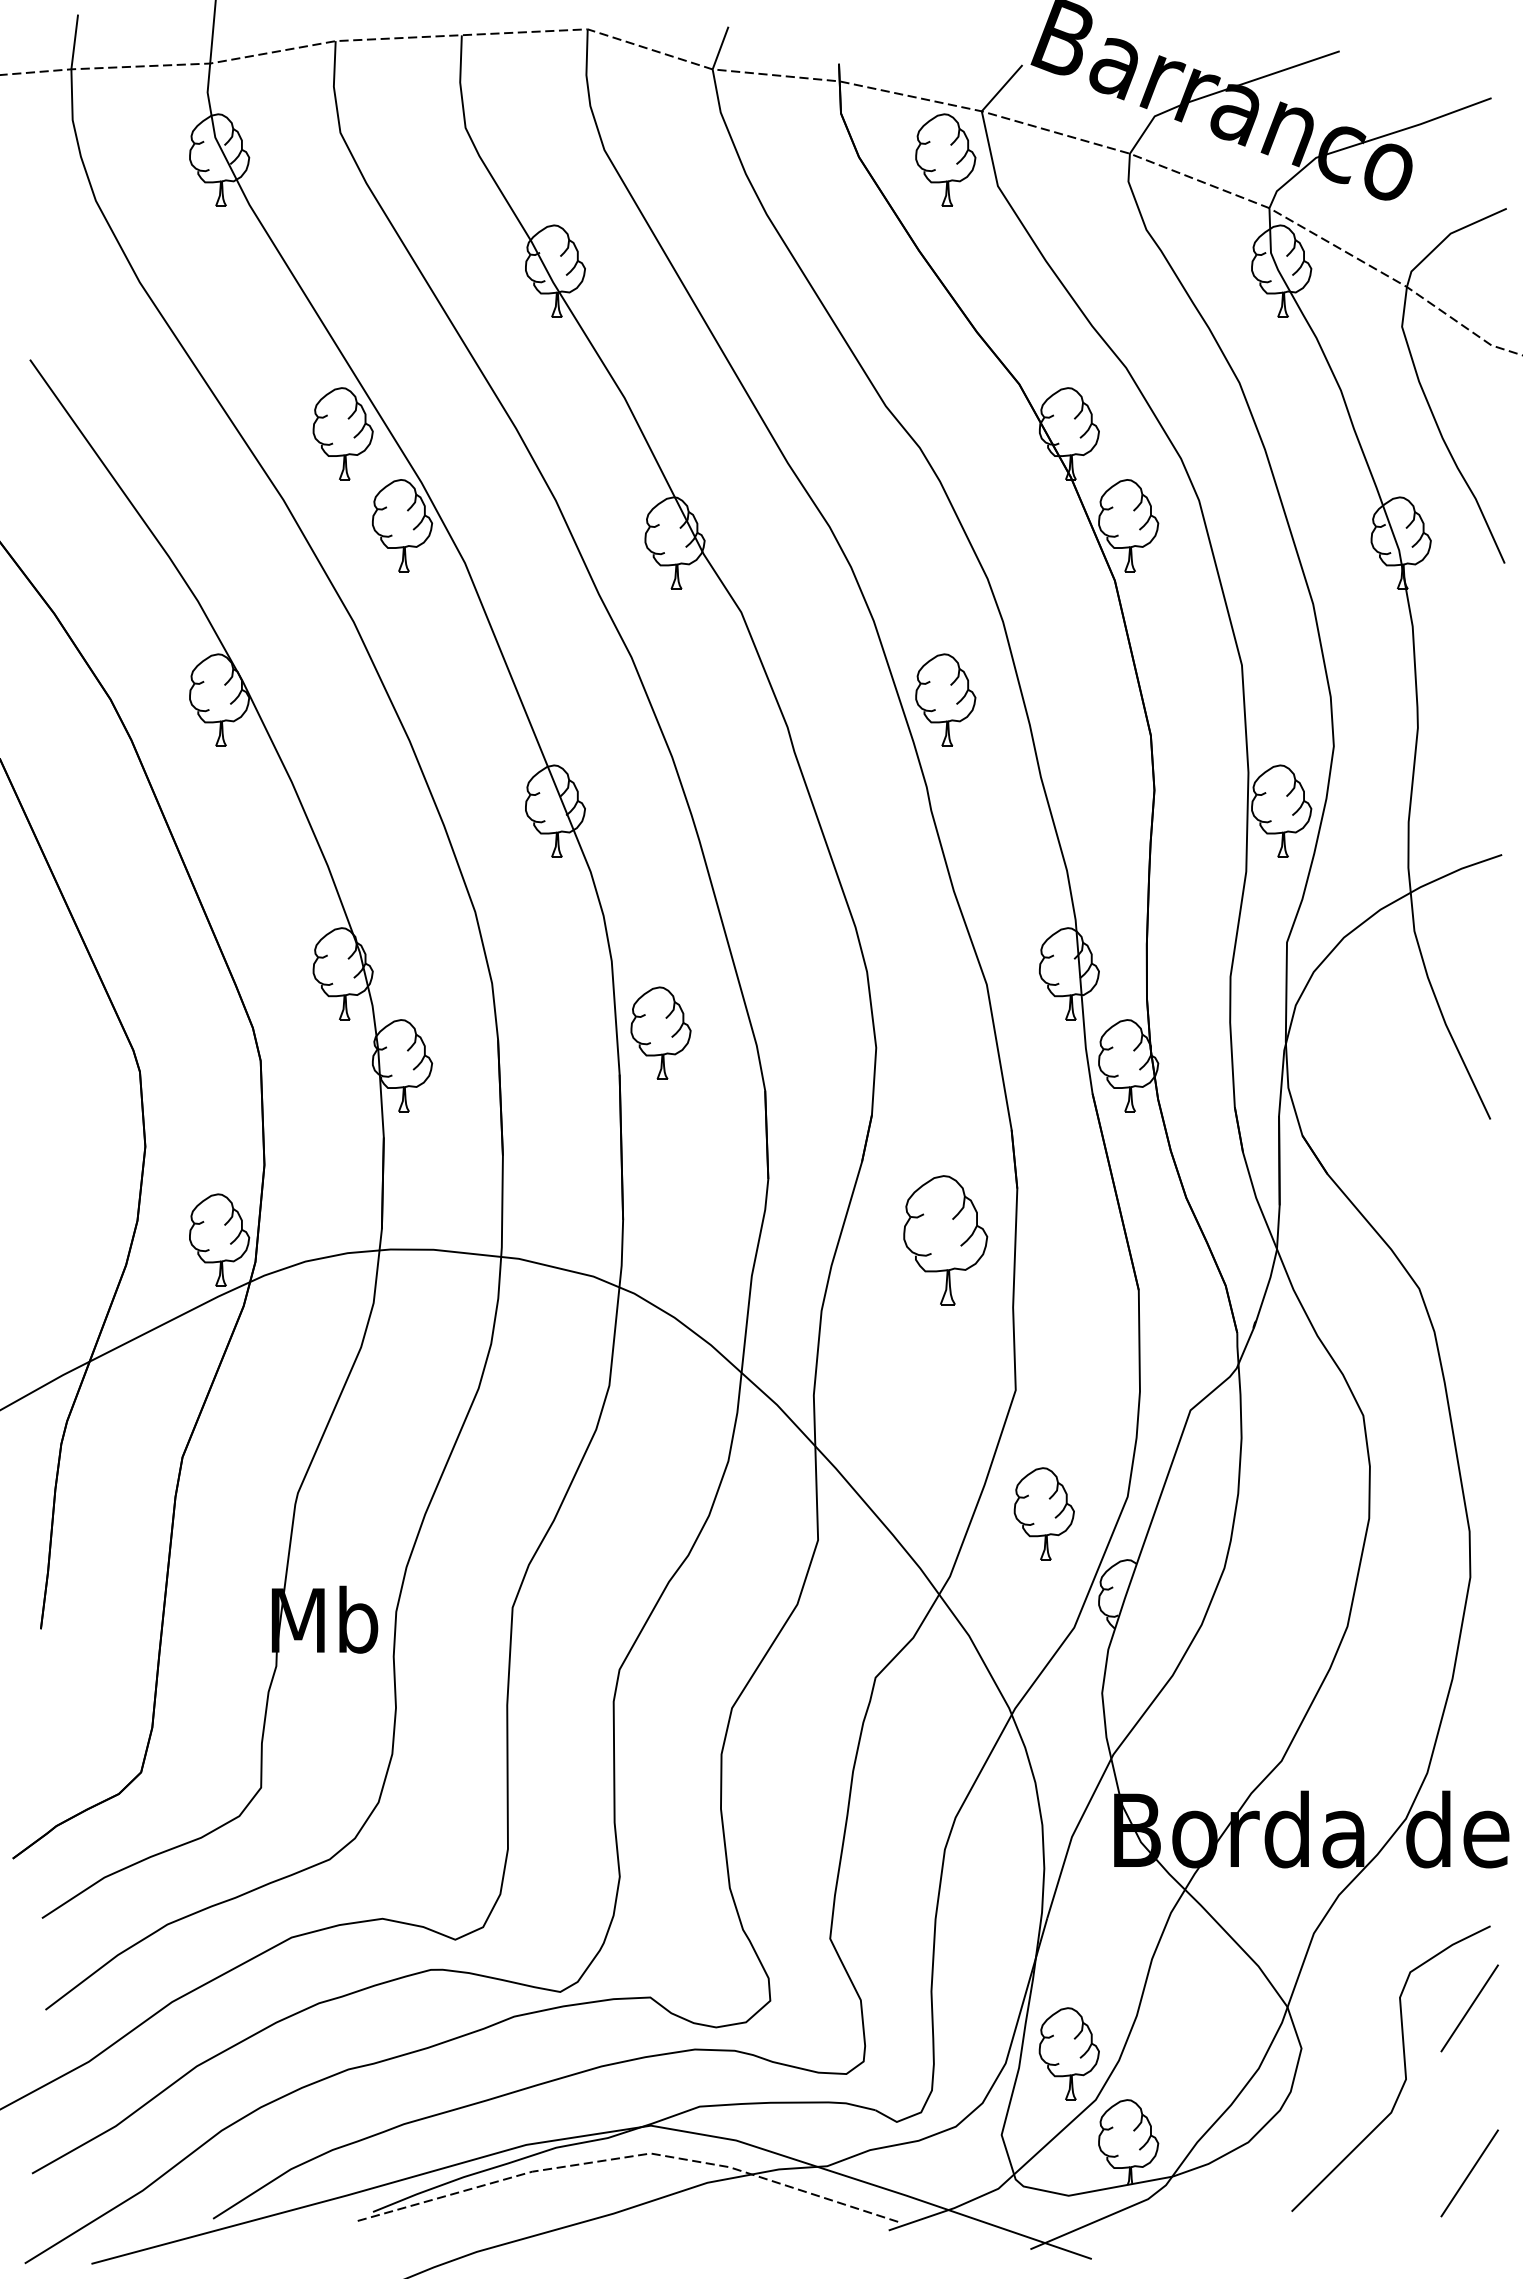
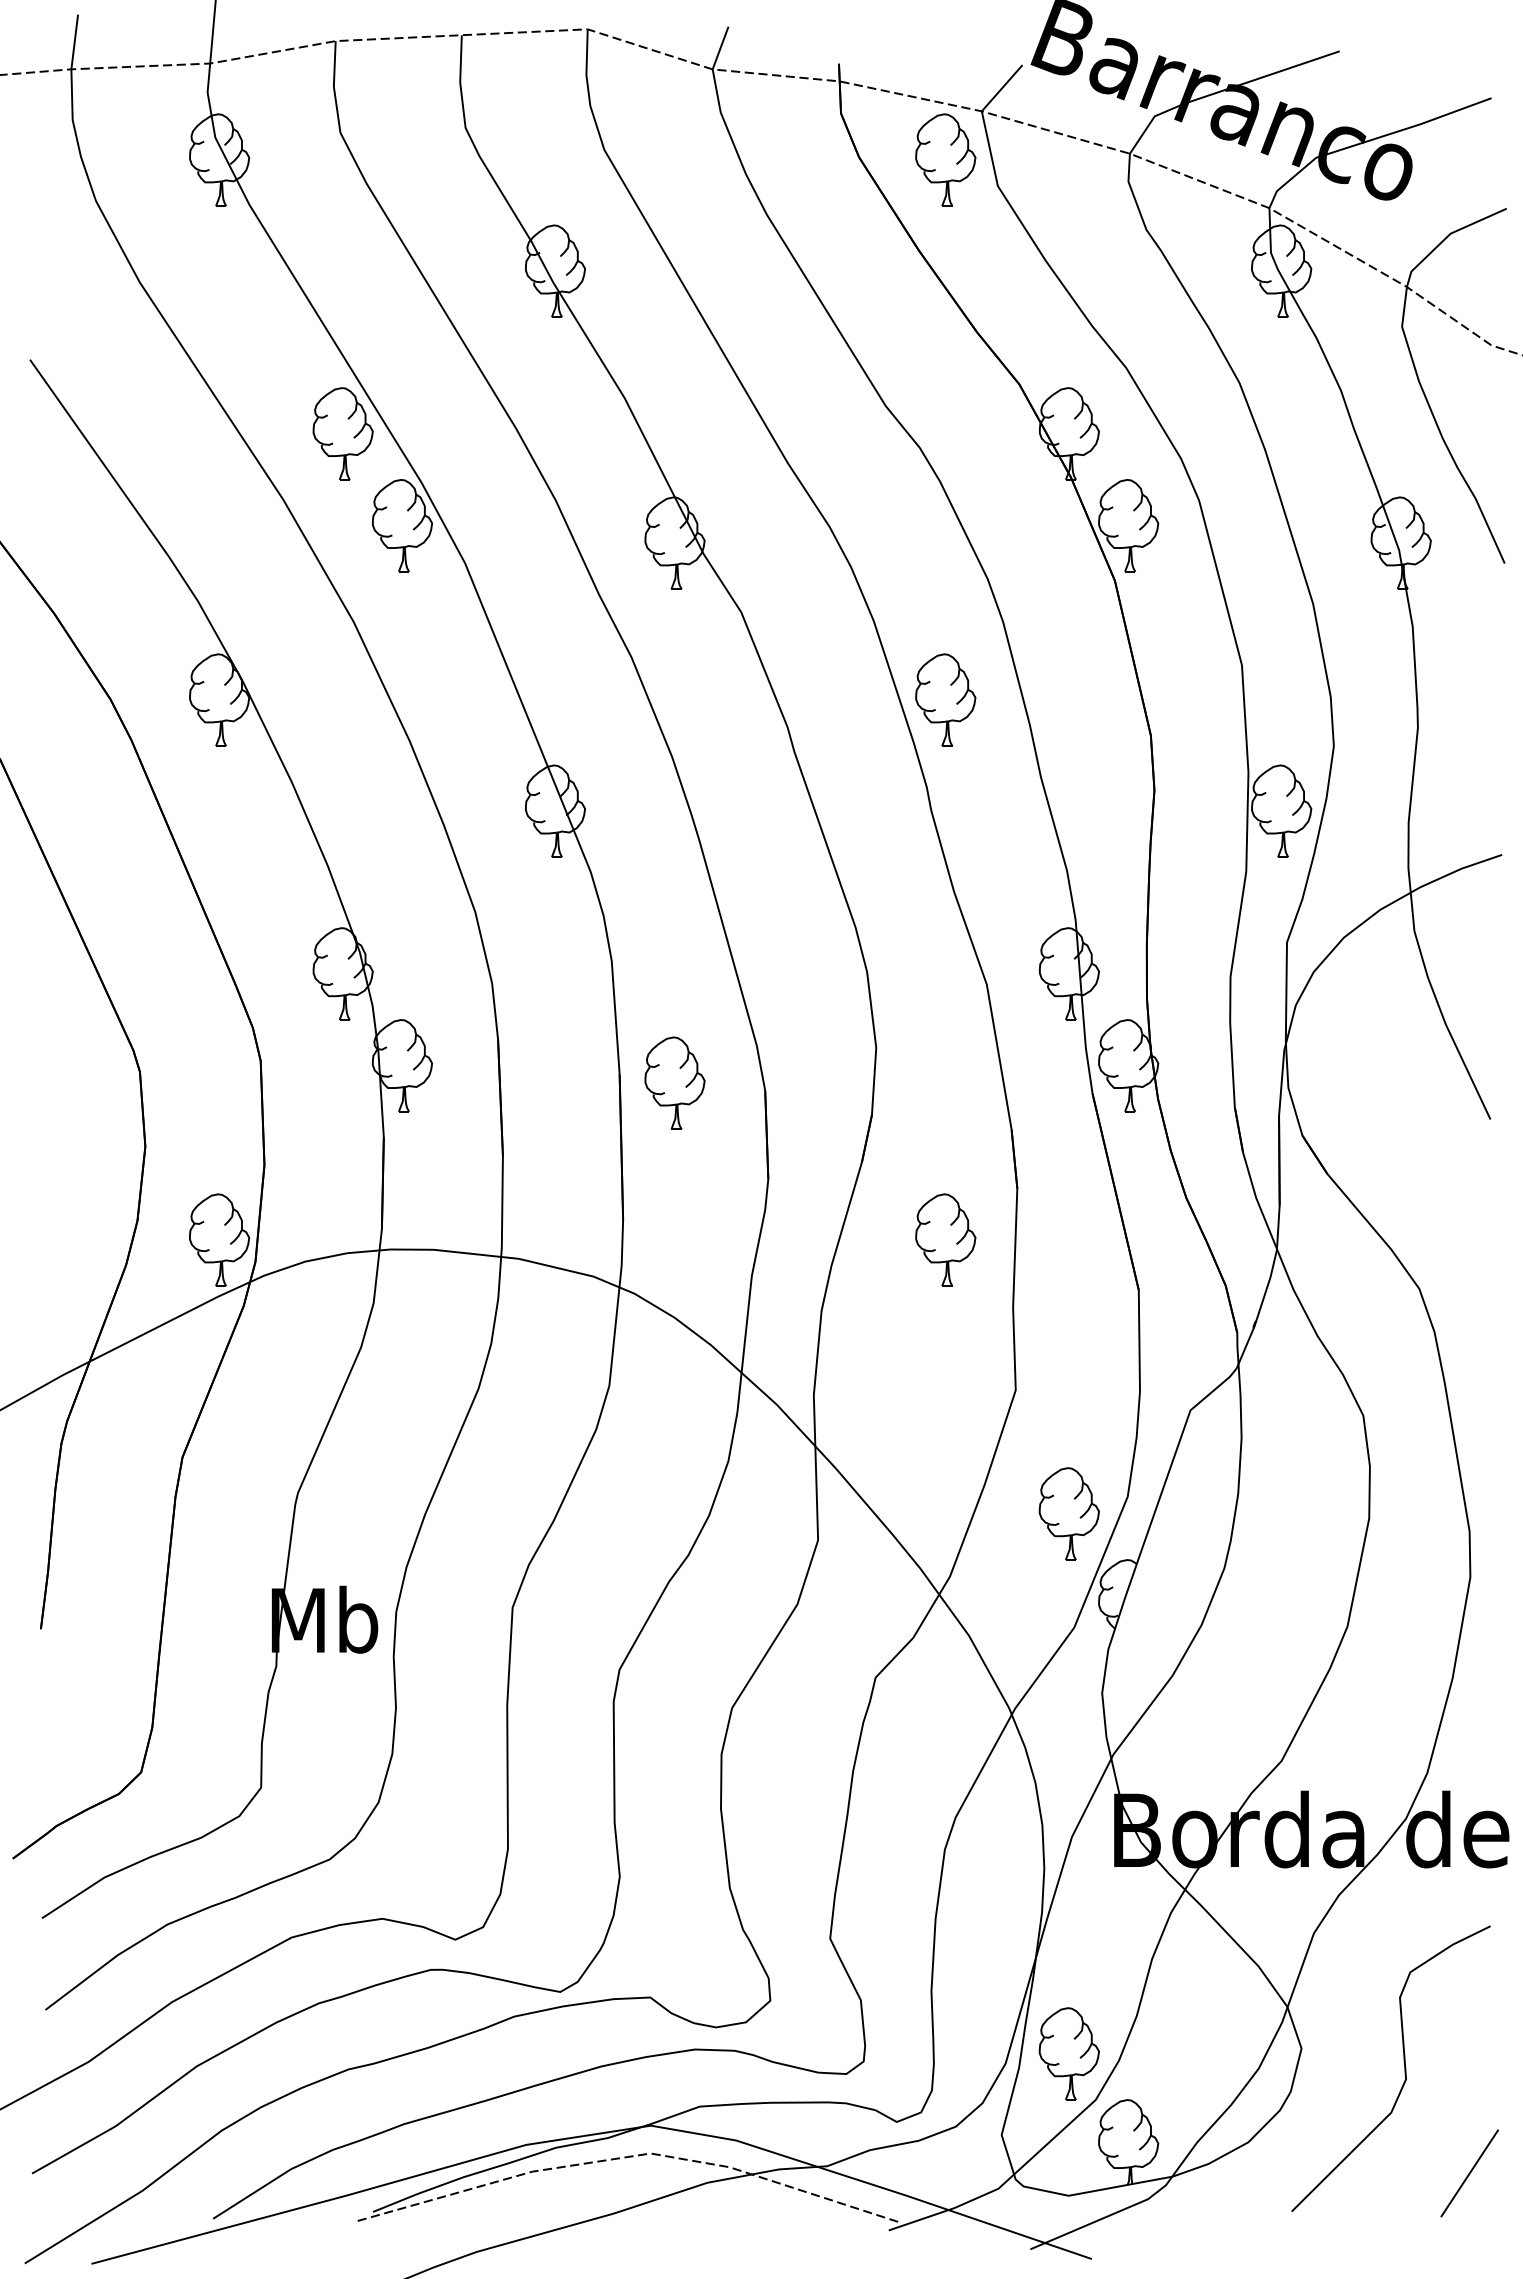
part at (660, 1032) position: (660, 1032) -> (674, 1082)
part at (945, 1240) size: 86x131 px -> 62x94 px
part at (1043, 1513) position: (1043, 1513) -> (1068, 1513)
line at (1469, 2008): present -> none
